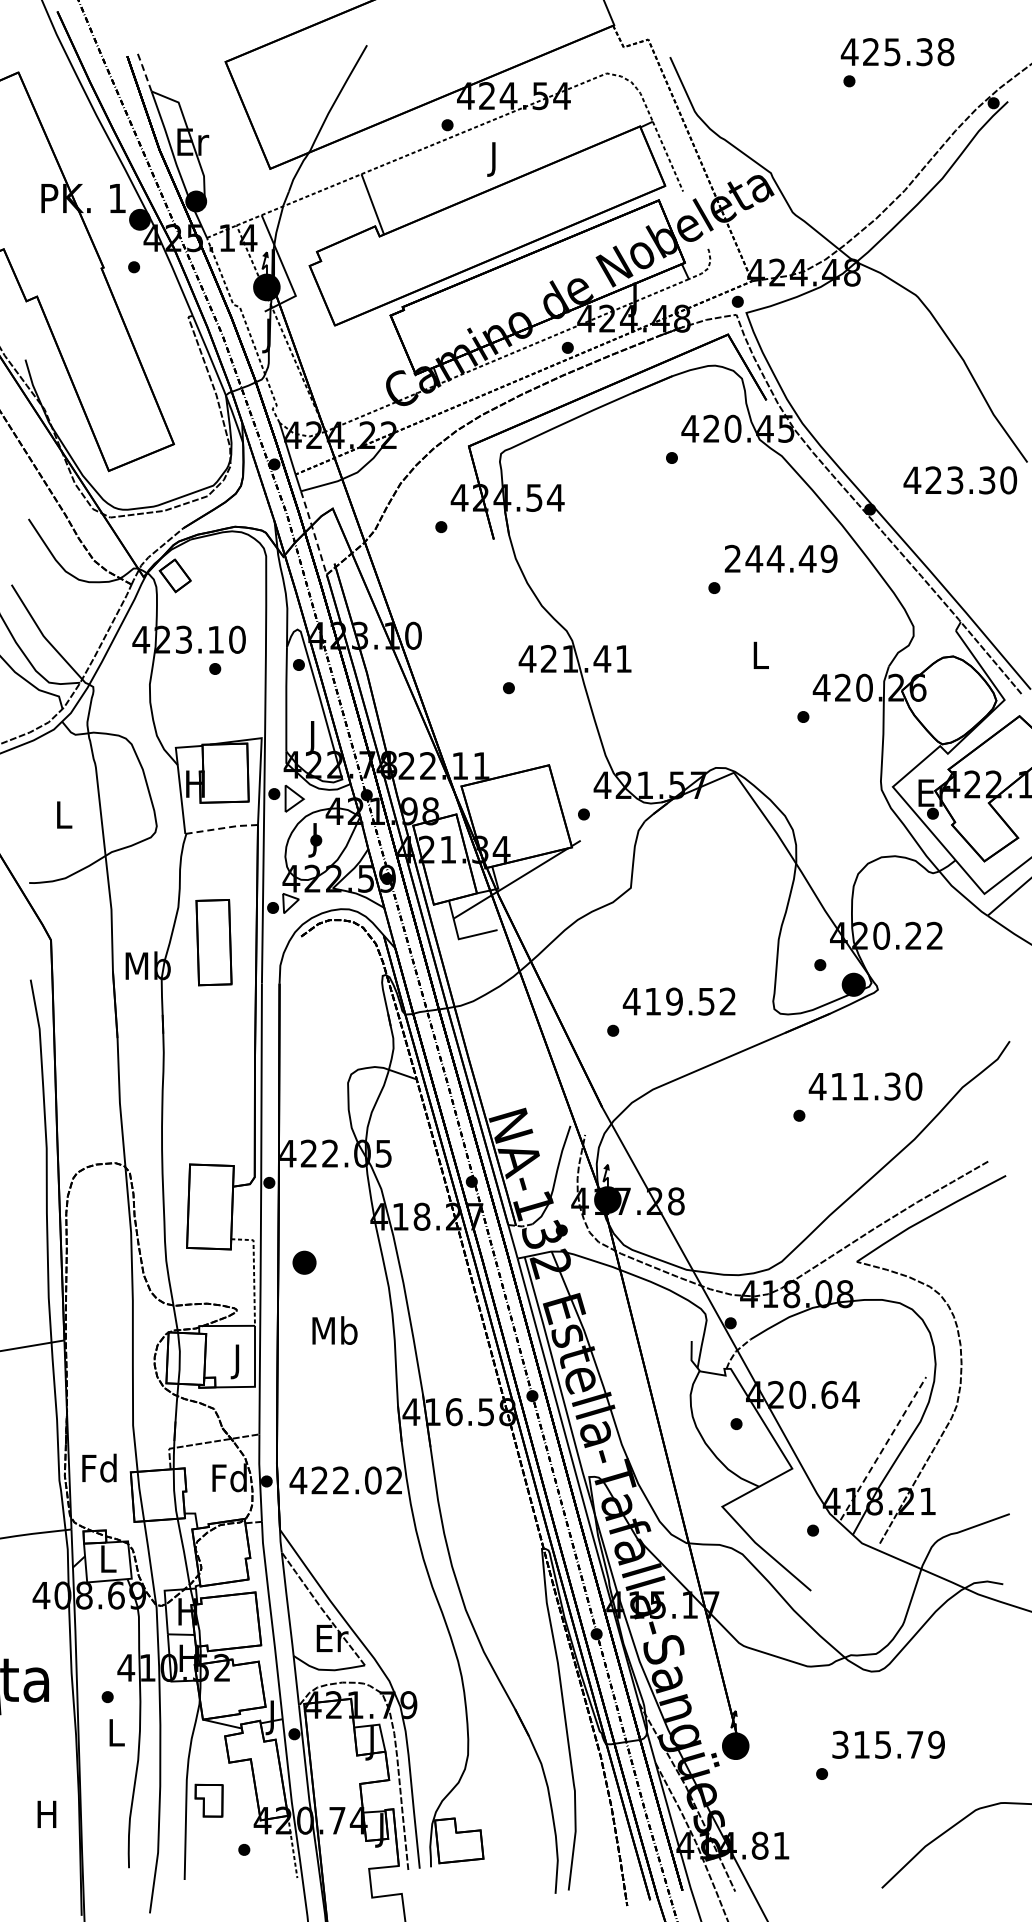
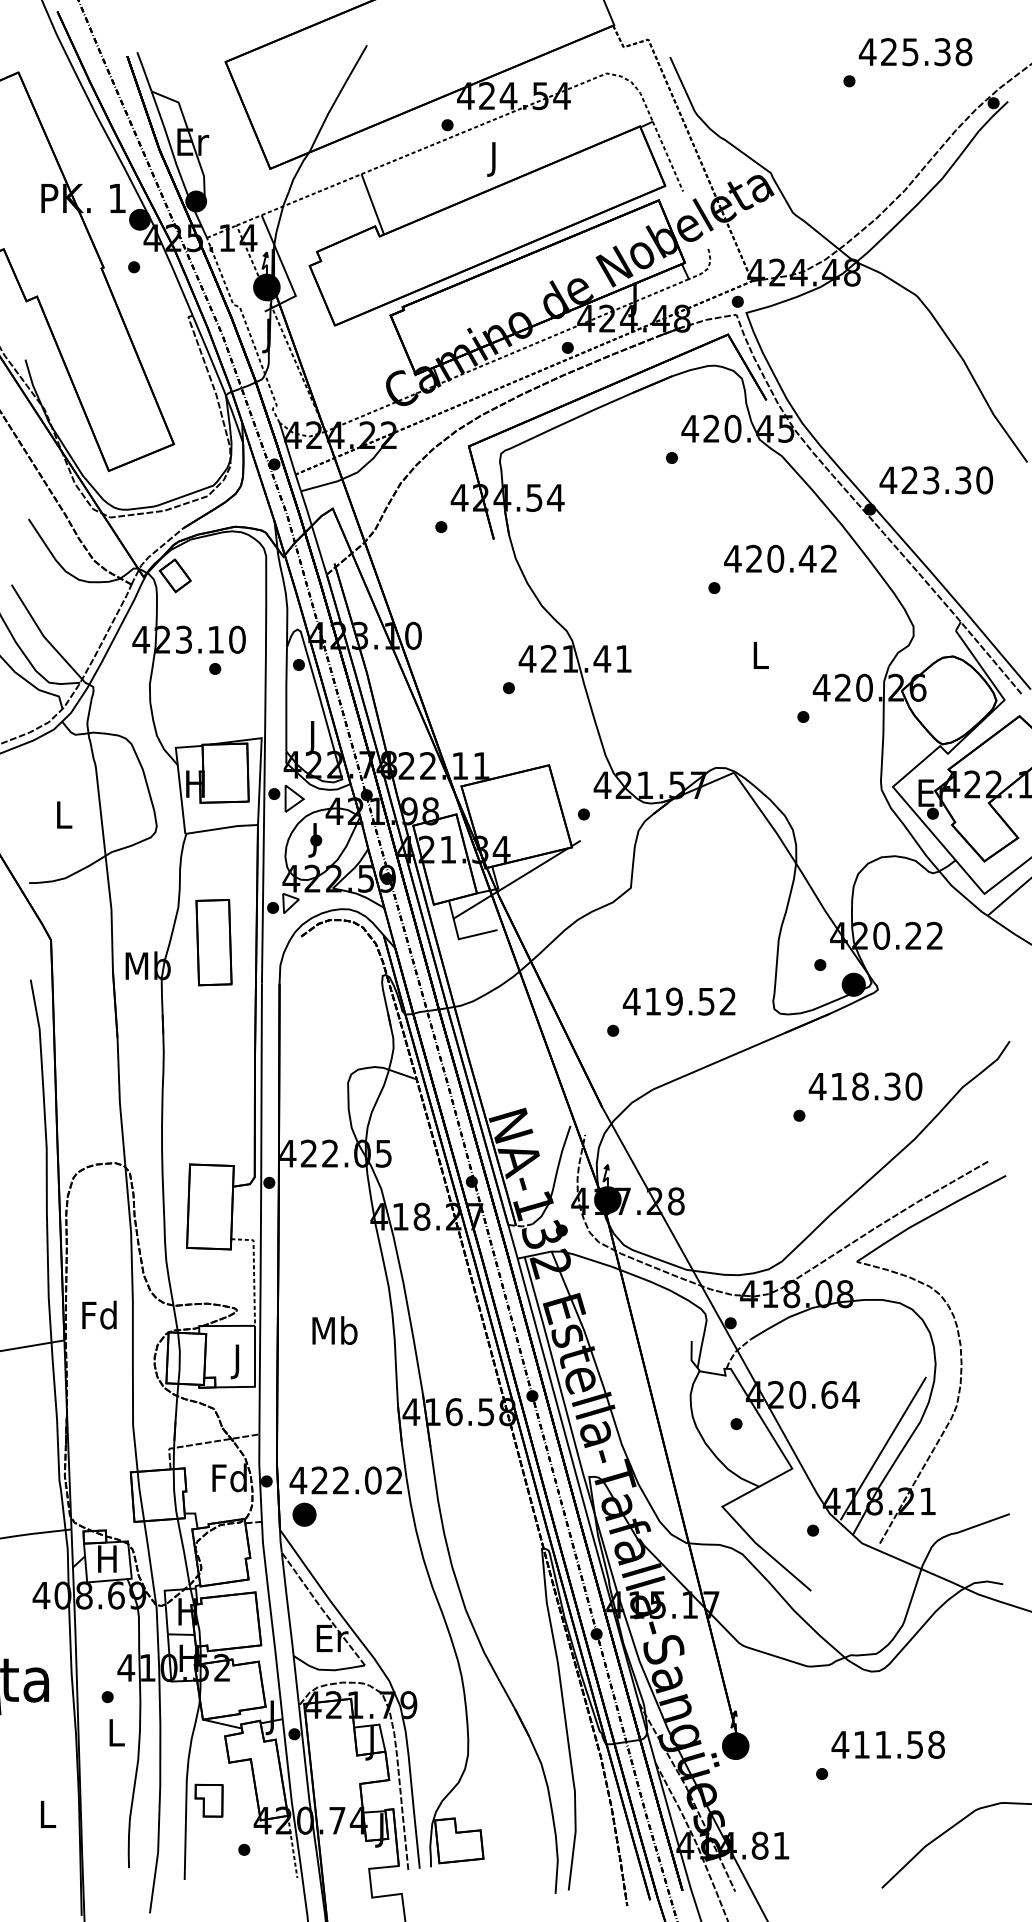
text at (897, 52) position: (897, 52) -> (915, 52)
line at (144, 71): dashed -> solid
text at (960, 480) position: (960, 480) -> (936, 480)
line at (314, 532): dashed -> solid
text at (780, 558): 244.49 -> 420.42
line at (222, 828): dashed -> solid
text at (860, 1086): 411.30 -> 418.30
part at (304, 1262) position: (304, 1262) -> (304, 1514)
line at (883, 1448): dashed -> solid
text at (99, 1467) position: (99, 1467) -> (99, 1314)
text at (107, 1558): L -> H
text at (887, 1744): 315.79 -> 411.58
text at (46, 1813): H -> L
